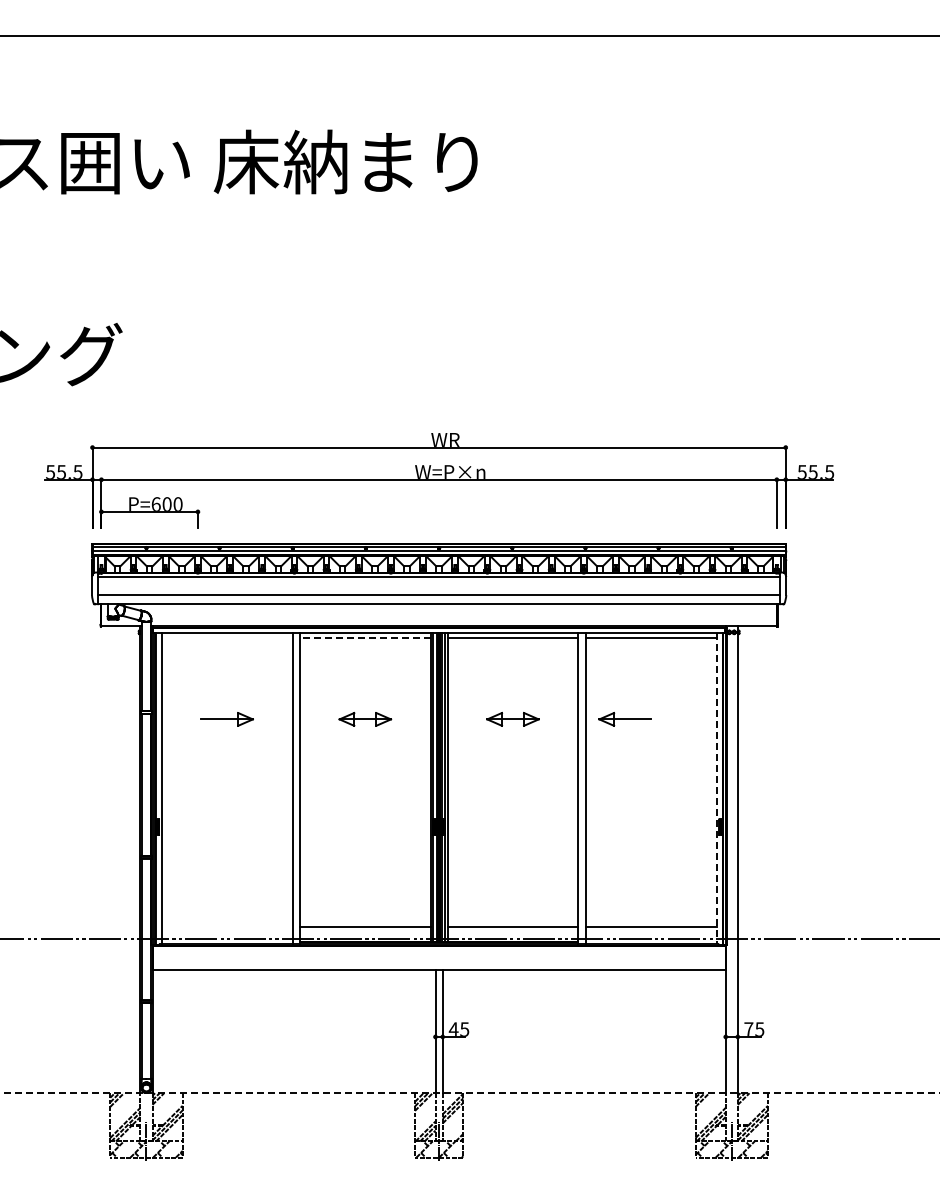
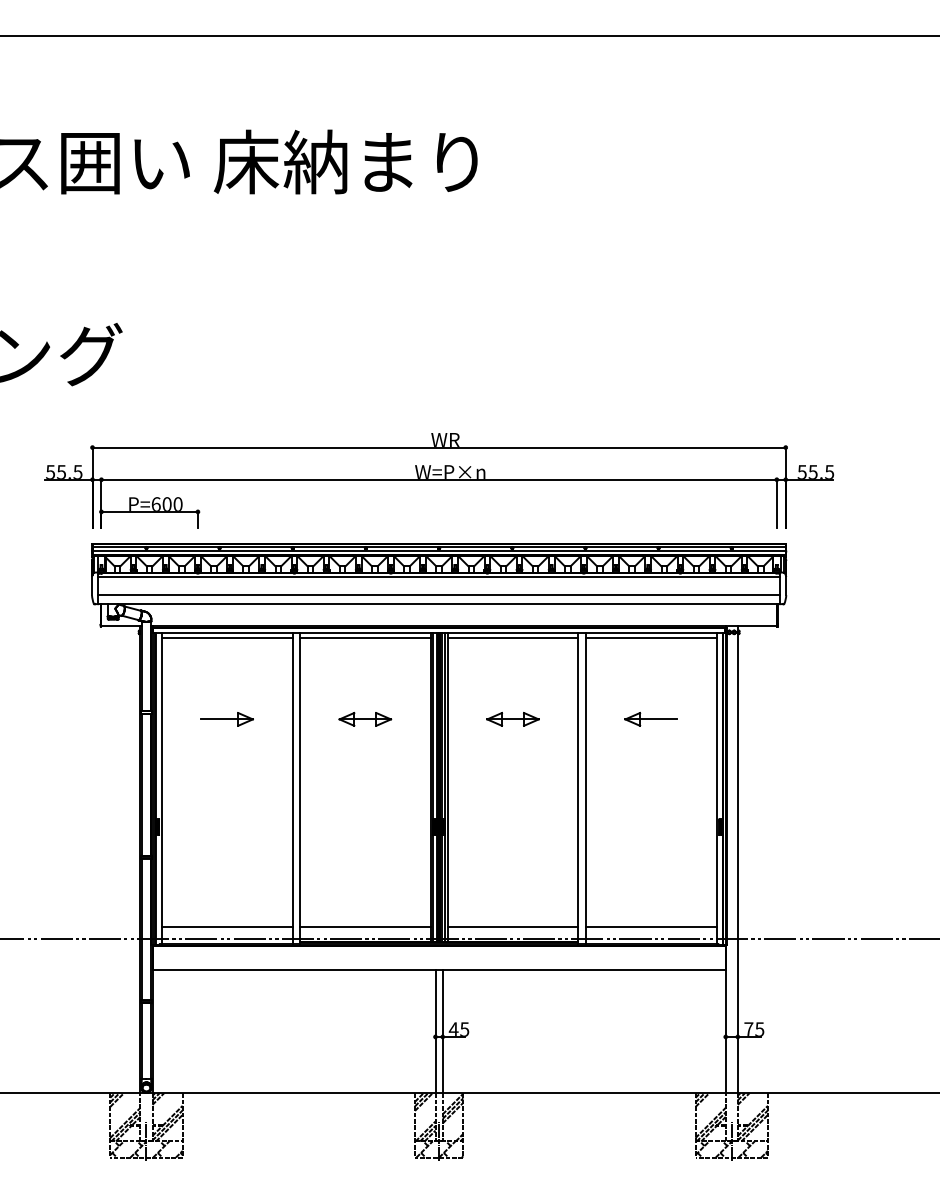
line at (226, 638): none -> present
line at (364, 638): dashed -> solid
part at (624, 719) position: (624, 719) -> (650, 719)
line at (716, 788): dashed -> solid
line at (226, 927): none -> present
line at (469, 1093): dashed -> solid
